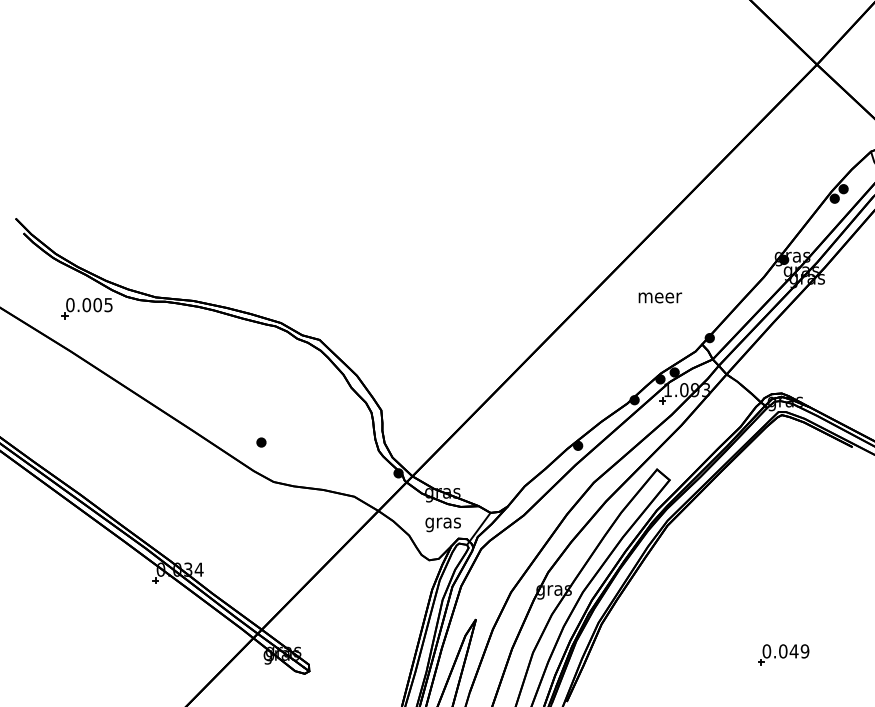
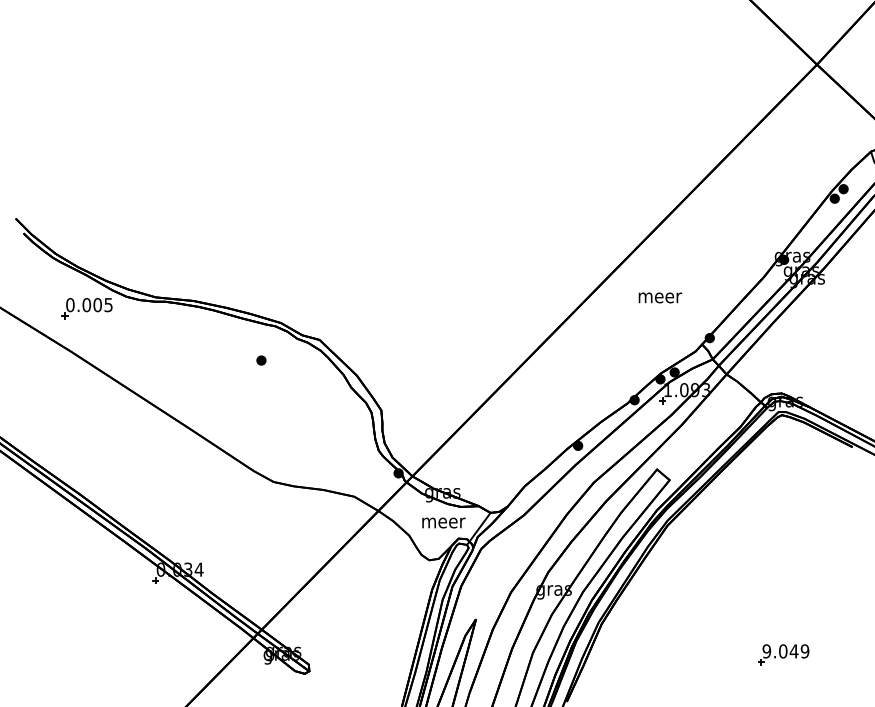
part at (261, 442) position: (261, 442) -> (261, 360)
text at (443, 524): gras -> meer
text at (766, 651): 0.049 -> 9.049
